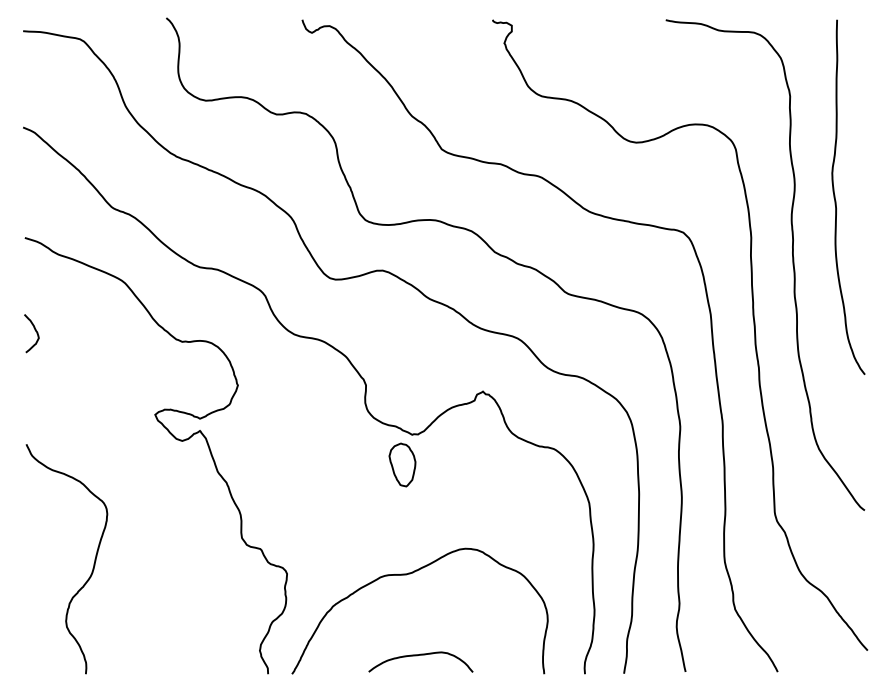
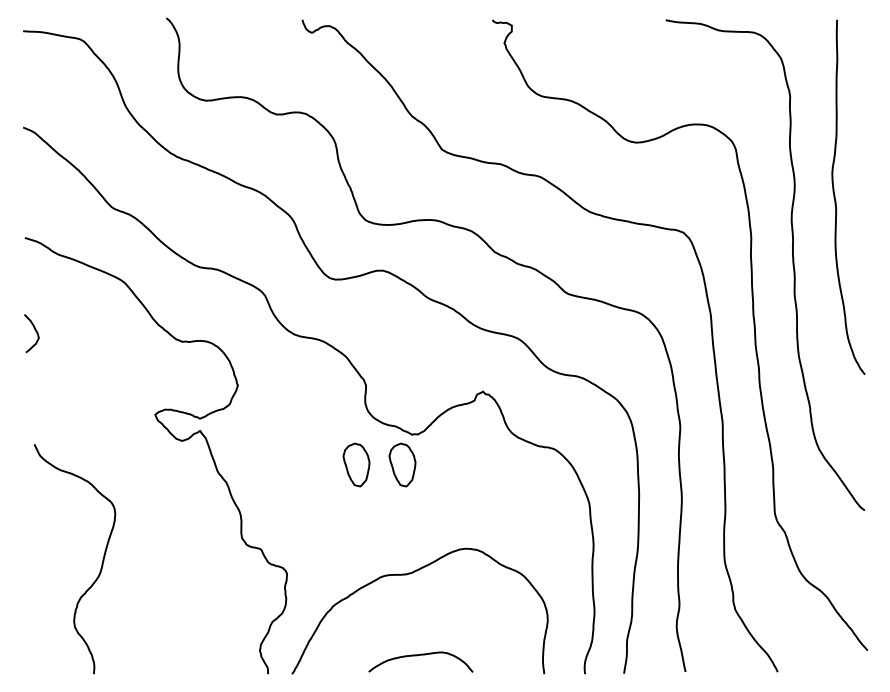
part at (356, 464): none -> present
curve at (93, 563) position: (93, 563) -> (101, 563)
